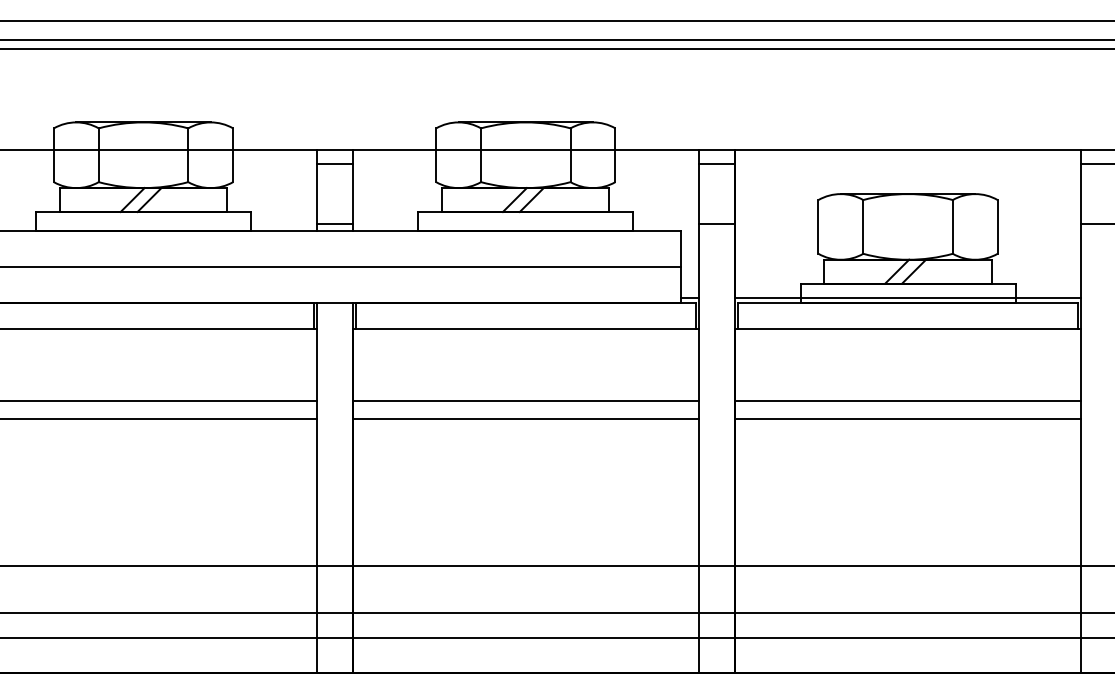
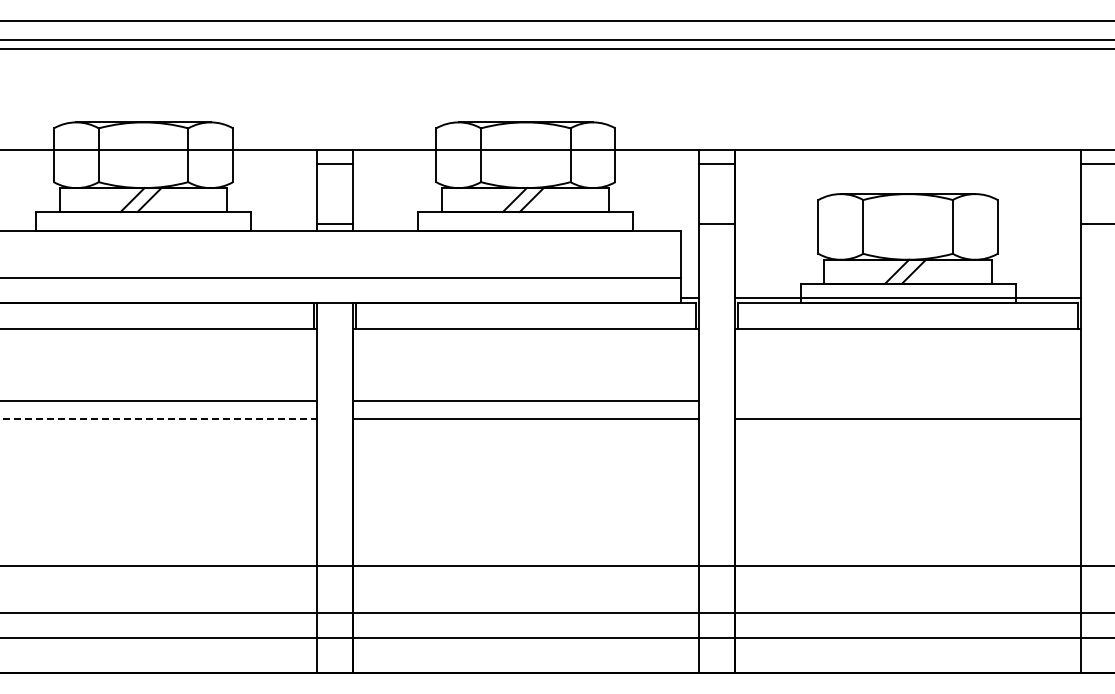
line at (341, 266) position: (341, 266) -> (341, 277)
line at (907, 400): present -> none
line at (159, 418): solid -> dashed
